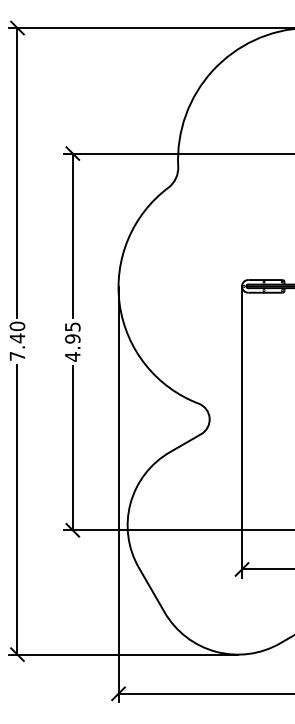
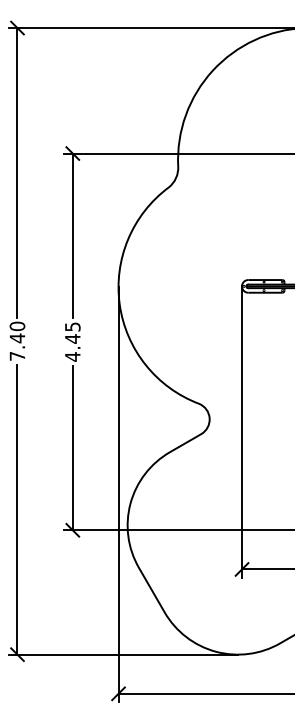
text at (72, 338): 4.95 -> 4.45
